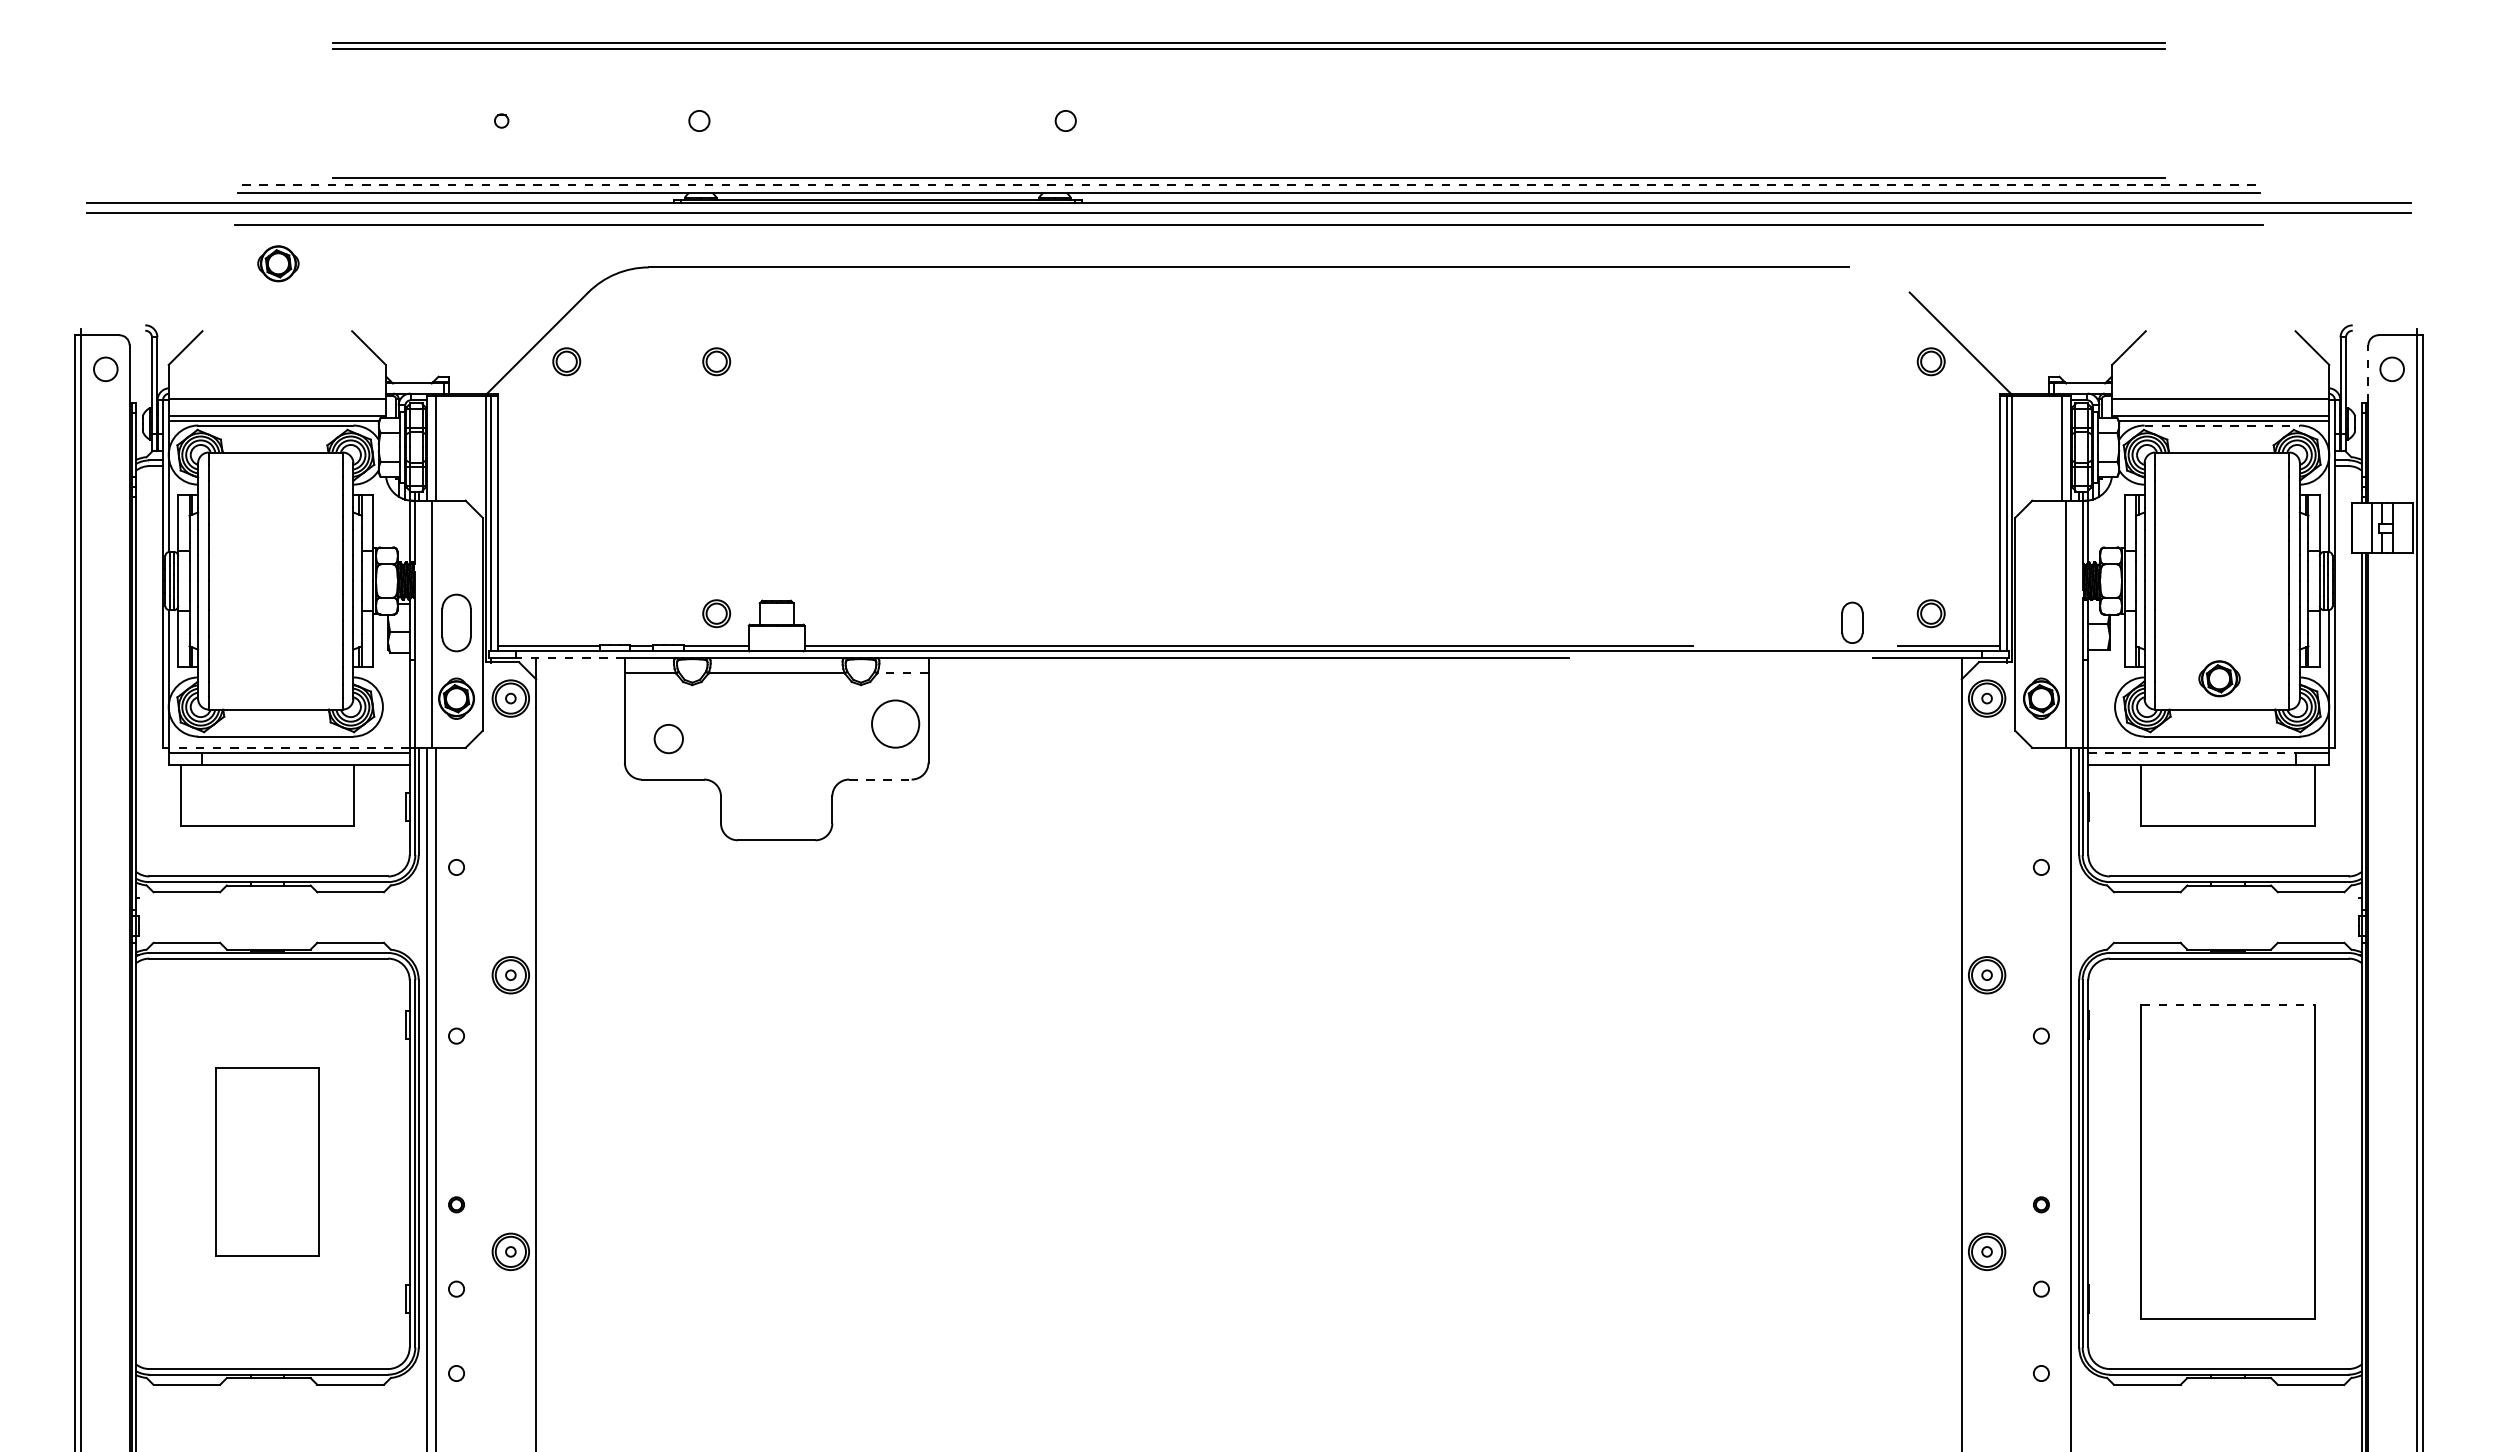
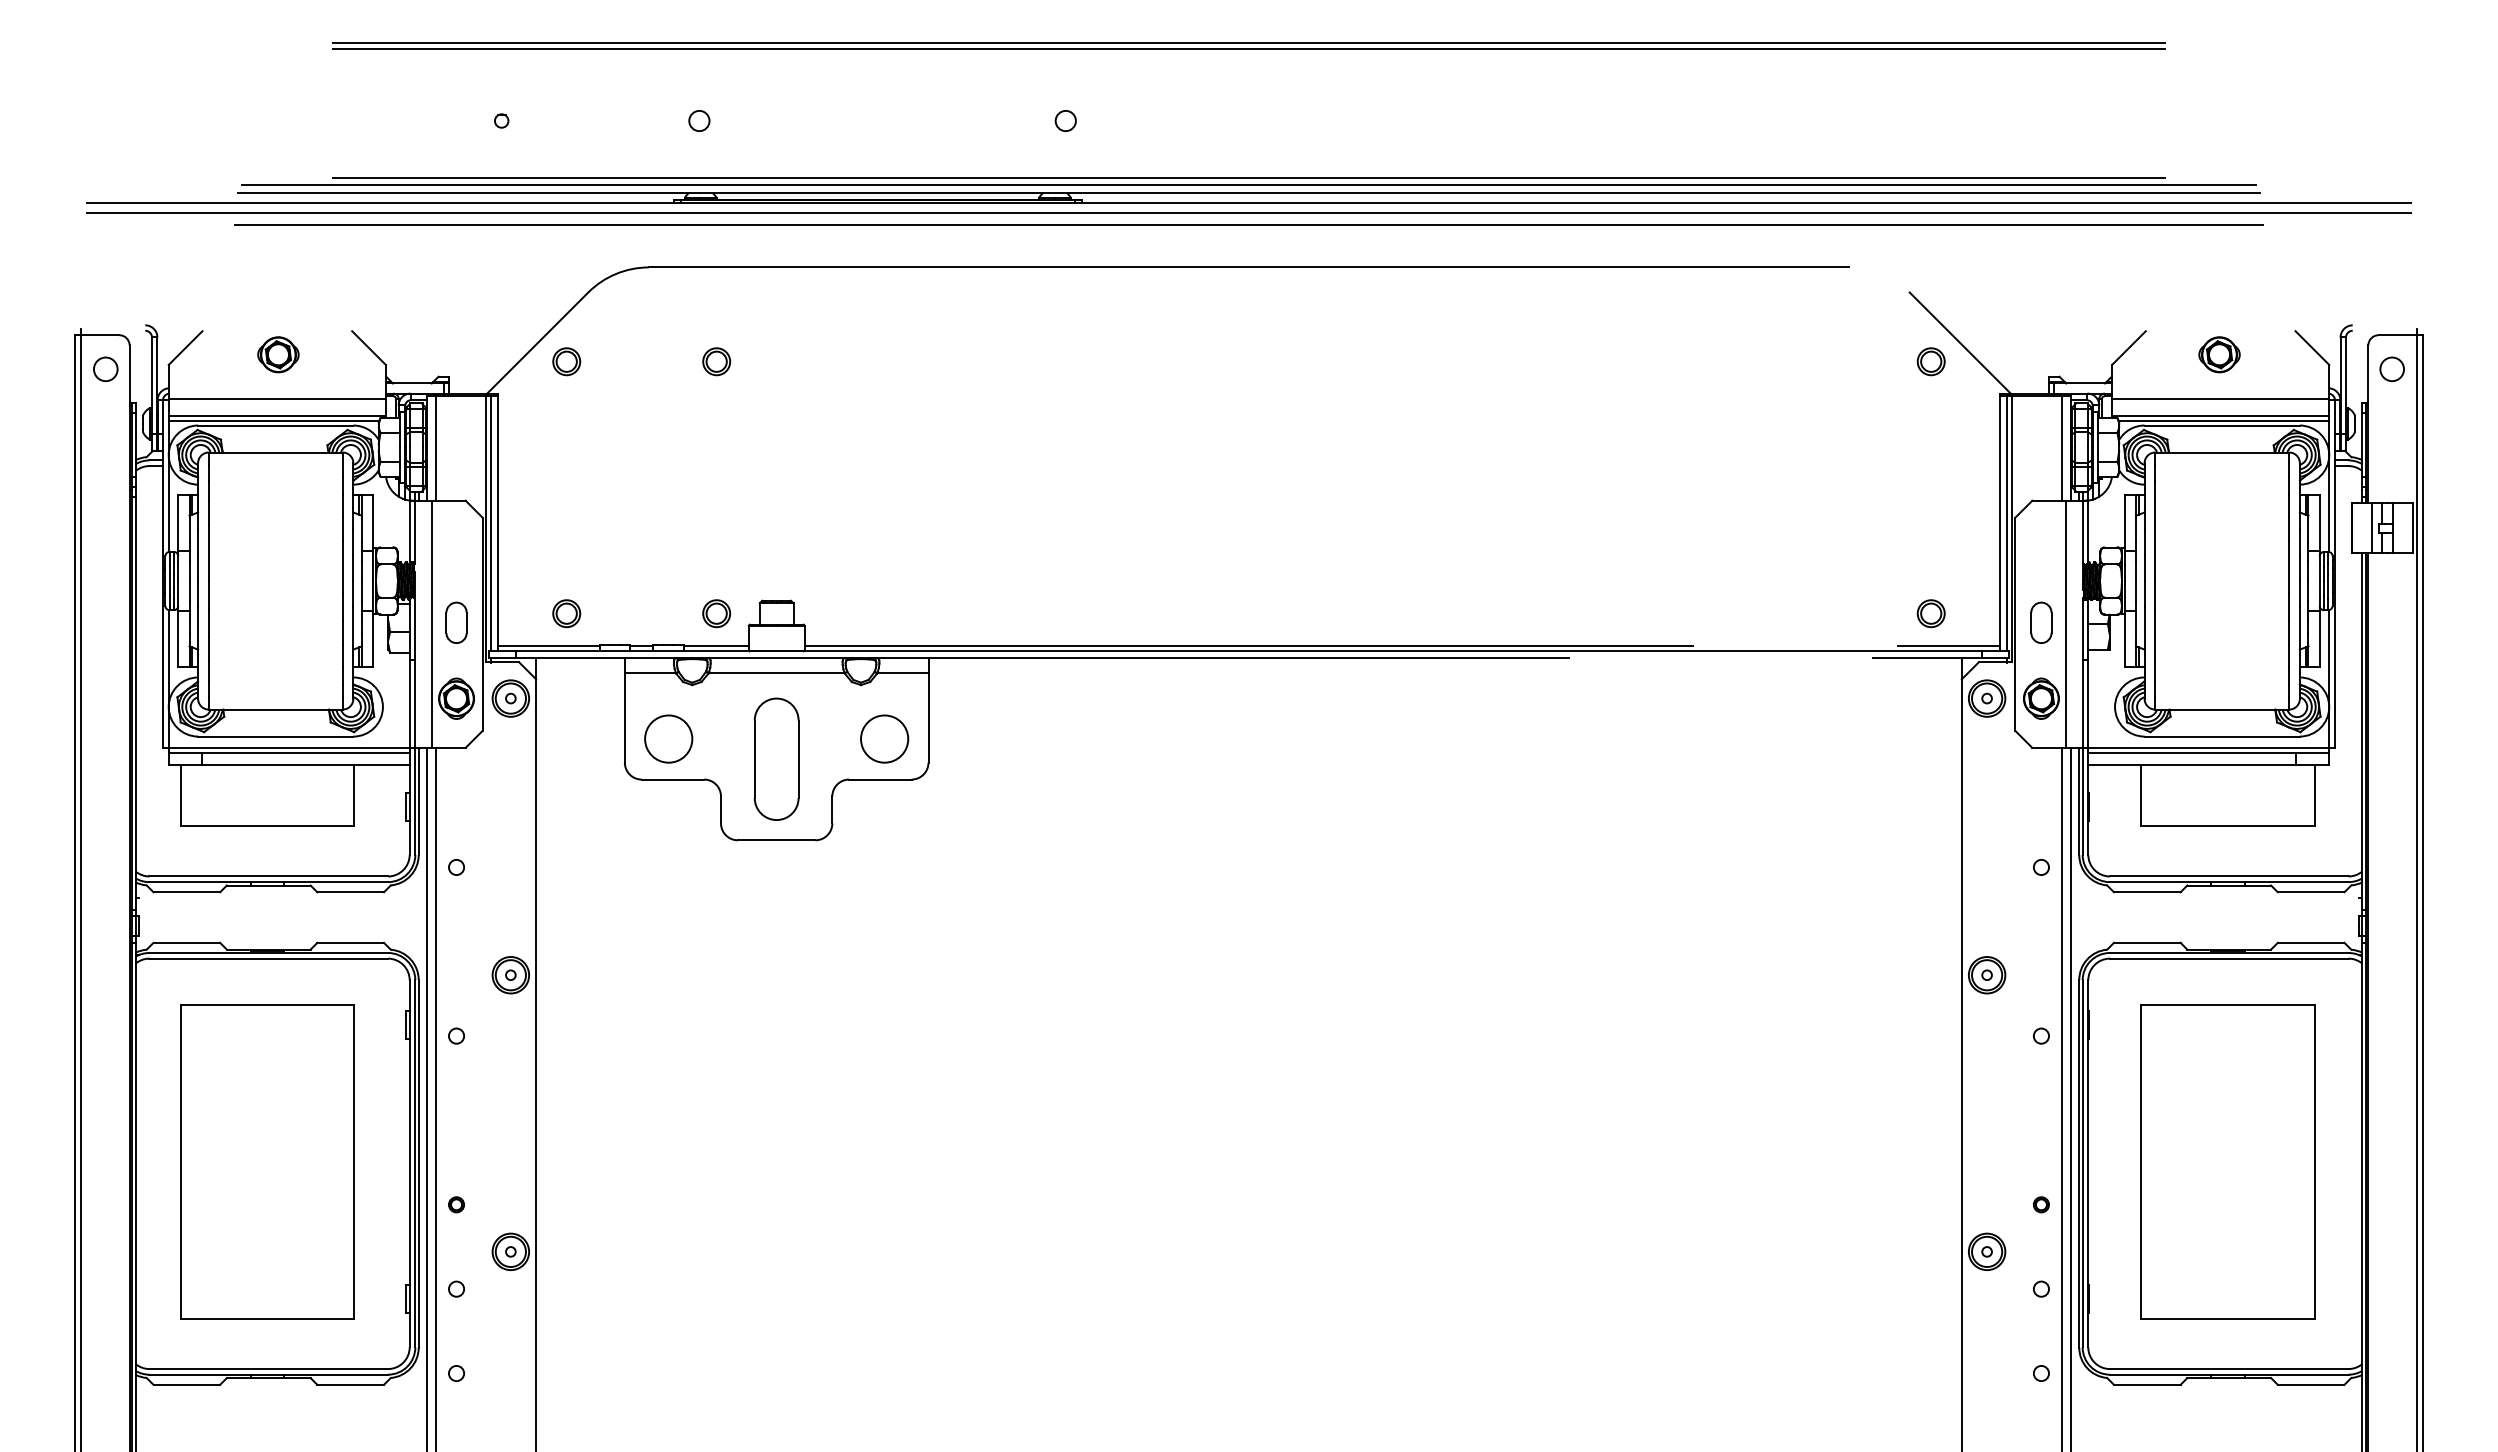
line at (1249, 184): dashed -> solid
part at (278, 263) position: (278, 263) -> (278, 354)
line at (2368, 374): dashed -> solid
line at (2222, 425): dashed -> solid
part at (566, 613): none -> present
part at (456, 622) size: 31x60 px -> 23x43 px
part at (1852, 622) position: (1852, 622) -> (2041, 622)
line at (570, 658): dashed -> solid
line at (902, 673): dashed -> solid
part at (2219, 678) position: (2219, 678) -> (2219, 354)
circle at (895, 723) position: (895, 723) -> (884, 738)
circle at (668, 739) size: 31x31 px -> 50x50 px
line at (289, 747): dashed -> solid
line at (2191, 752): dashed -> solid
part at (776, 758): none -> present
line at (880, 779): dashed -> solid
line at (2227, 1005): dashed -> solid
line at (2061, 1097): none -> present
part at (267, 1161) size: 105x190 px -> 175x316 px
